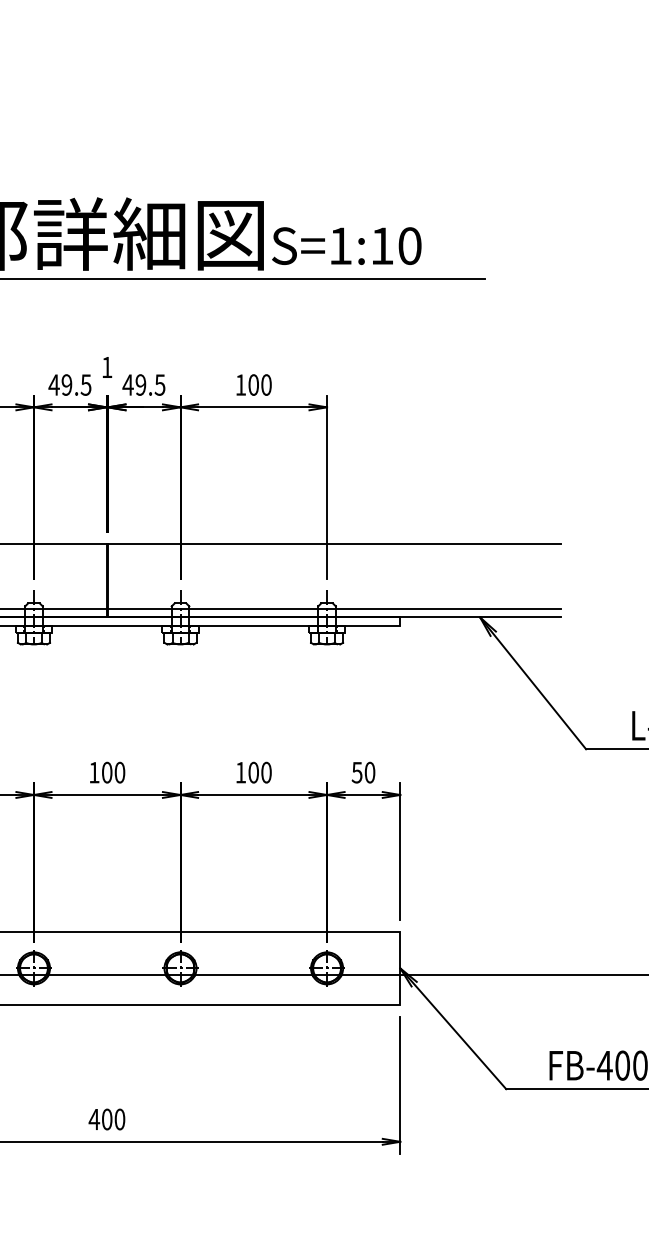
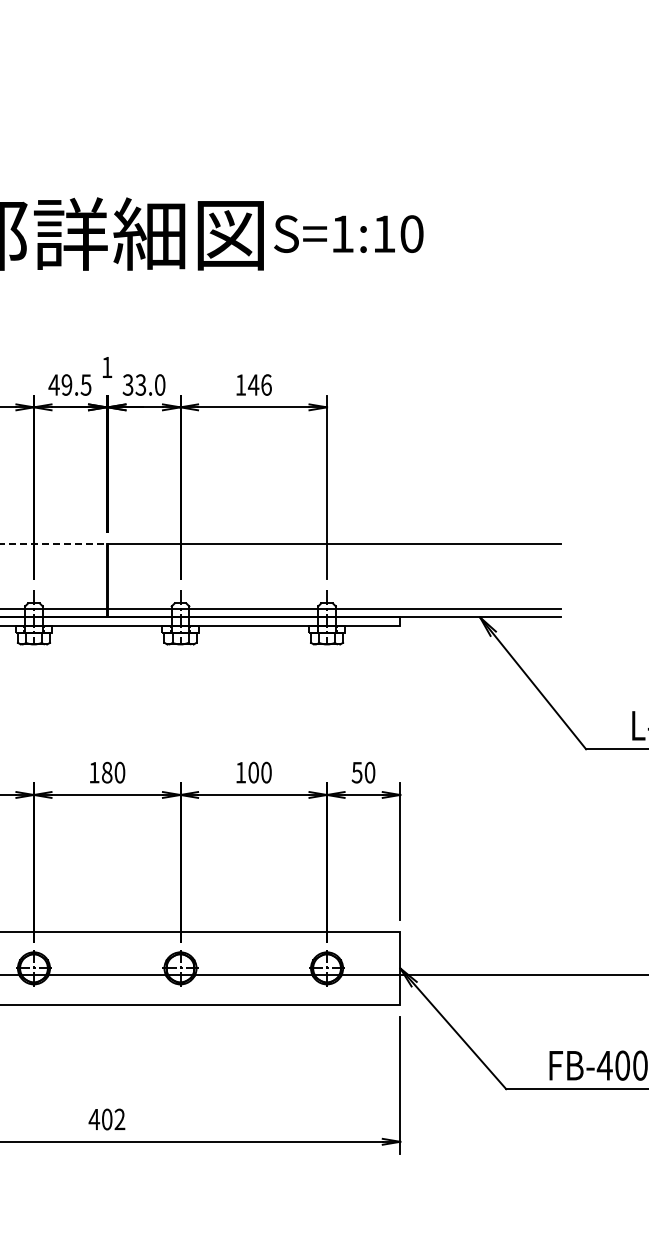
text at (346, 245) position: (346, 245) -> (348, 233)
line at (243, 278): present -> none
text at (143, 384): 49.5 -> 33.0
text at (259, 384): 100 -> 146
line at (53, 544): solid -> dashed
text at (107, 772): 100 -> 180
text at (119, 1119): 400 -> 402
